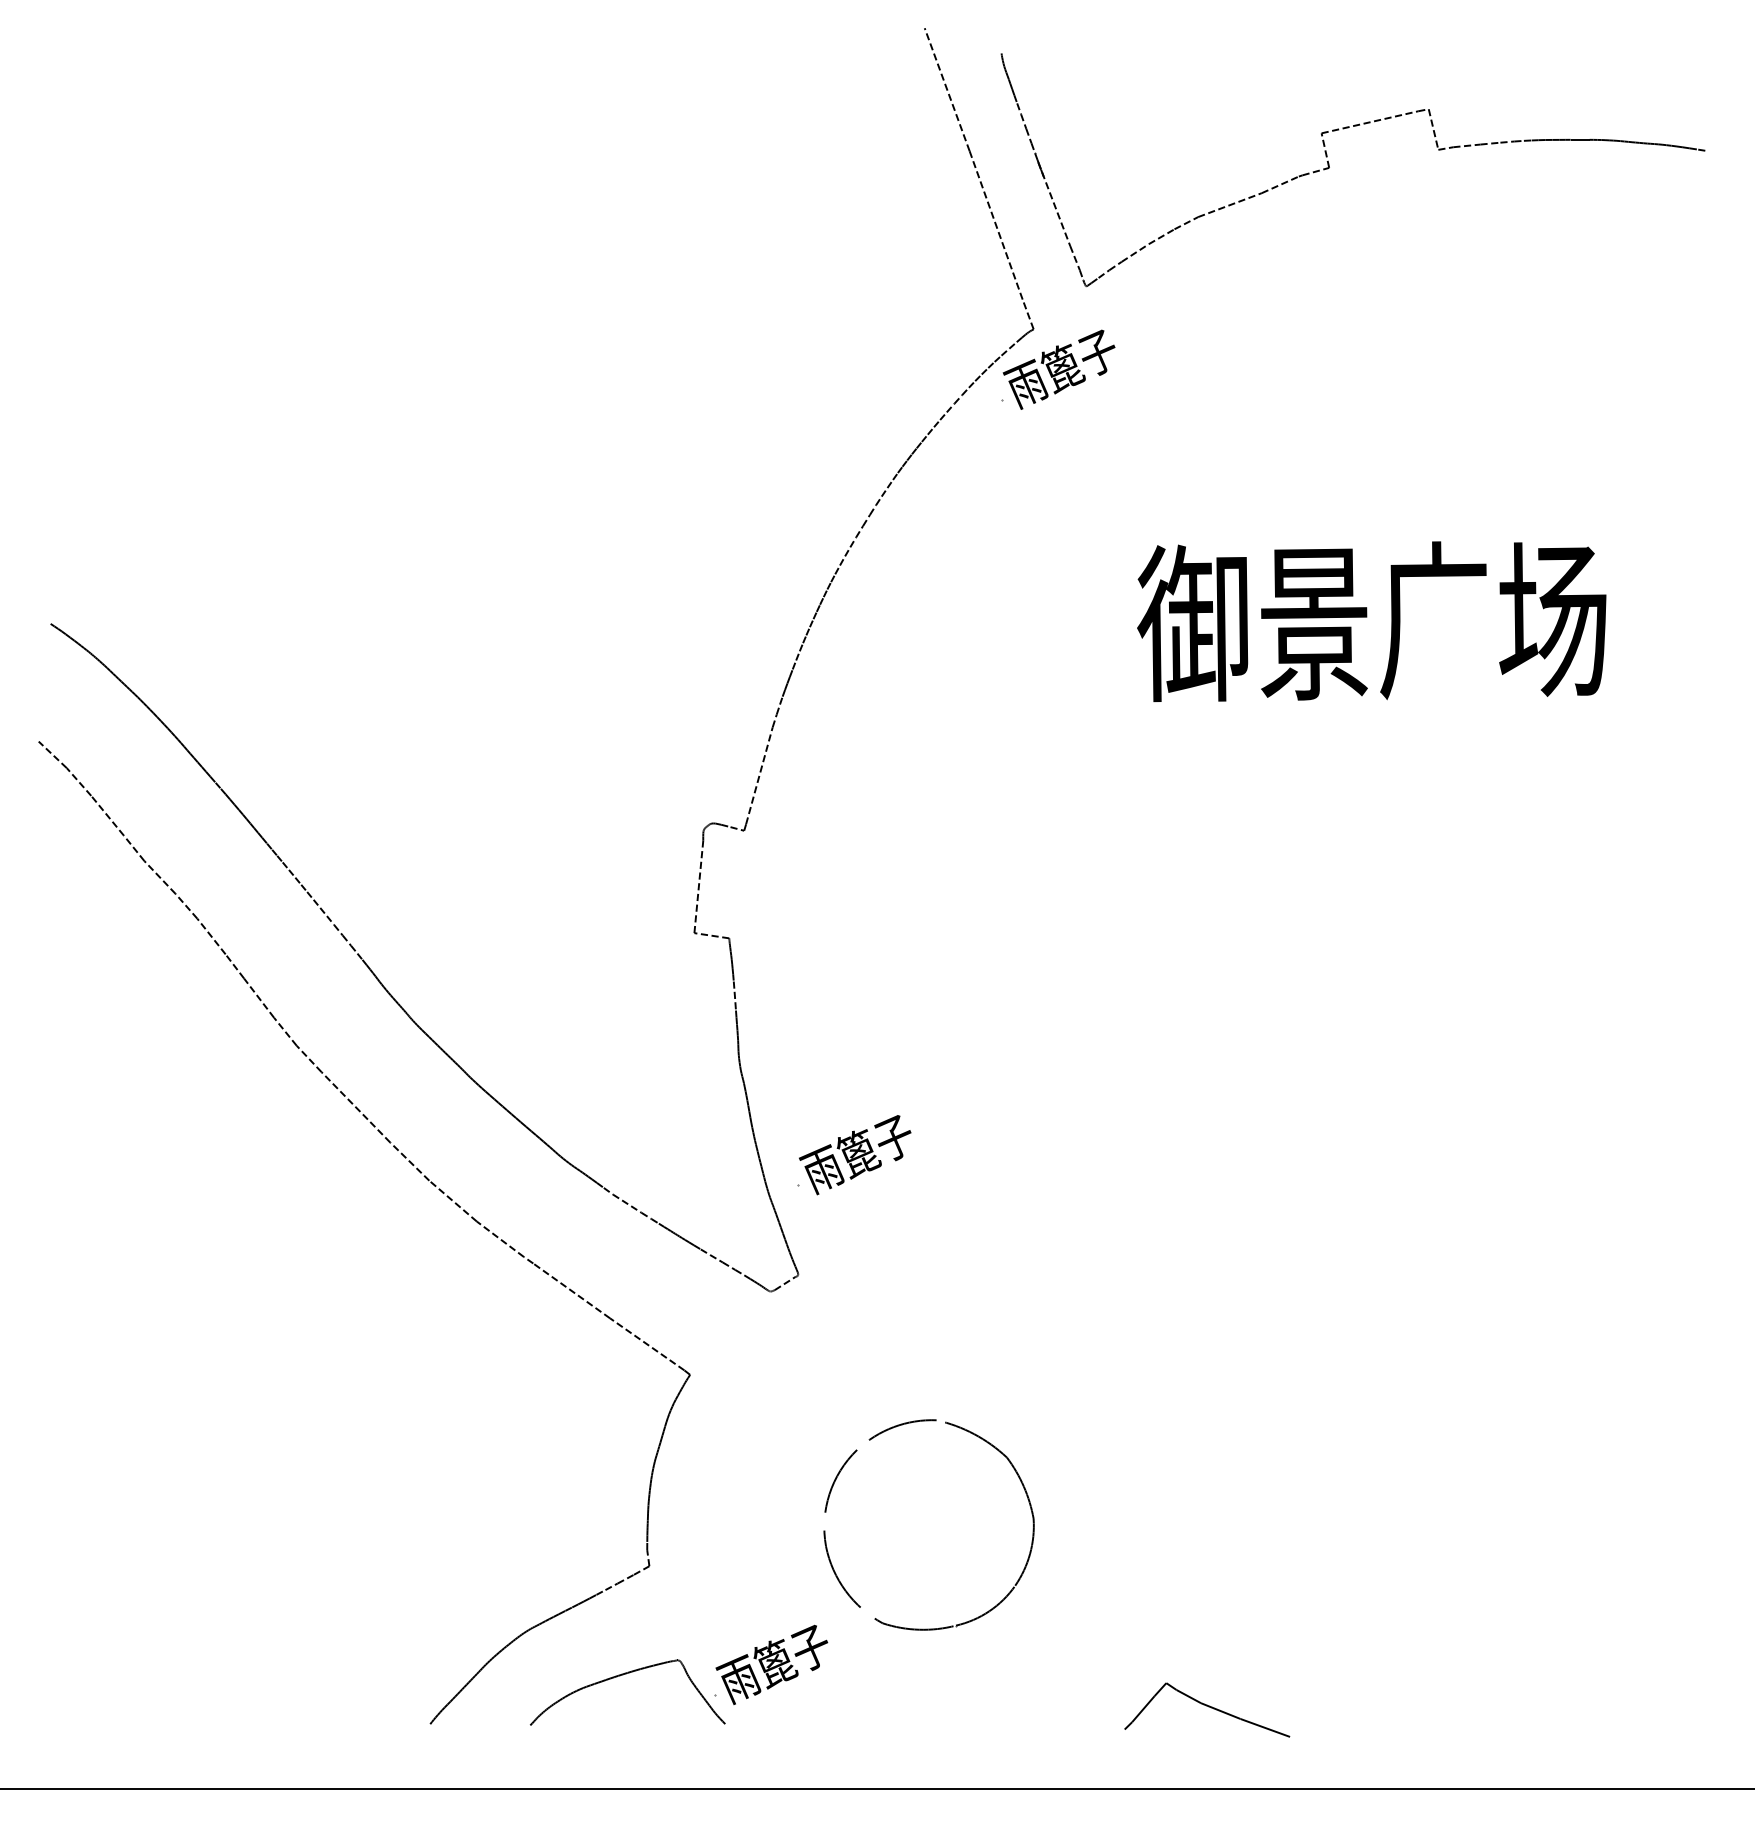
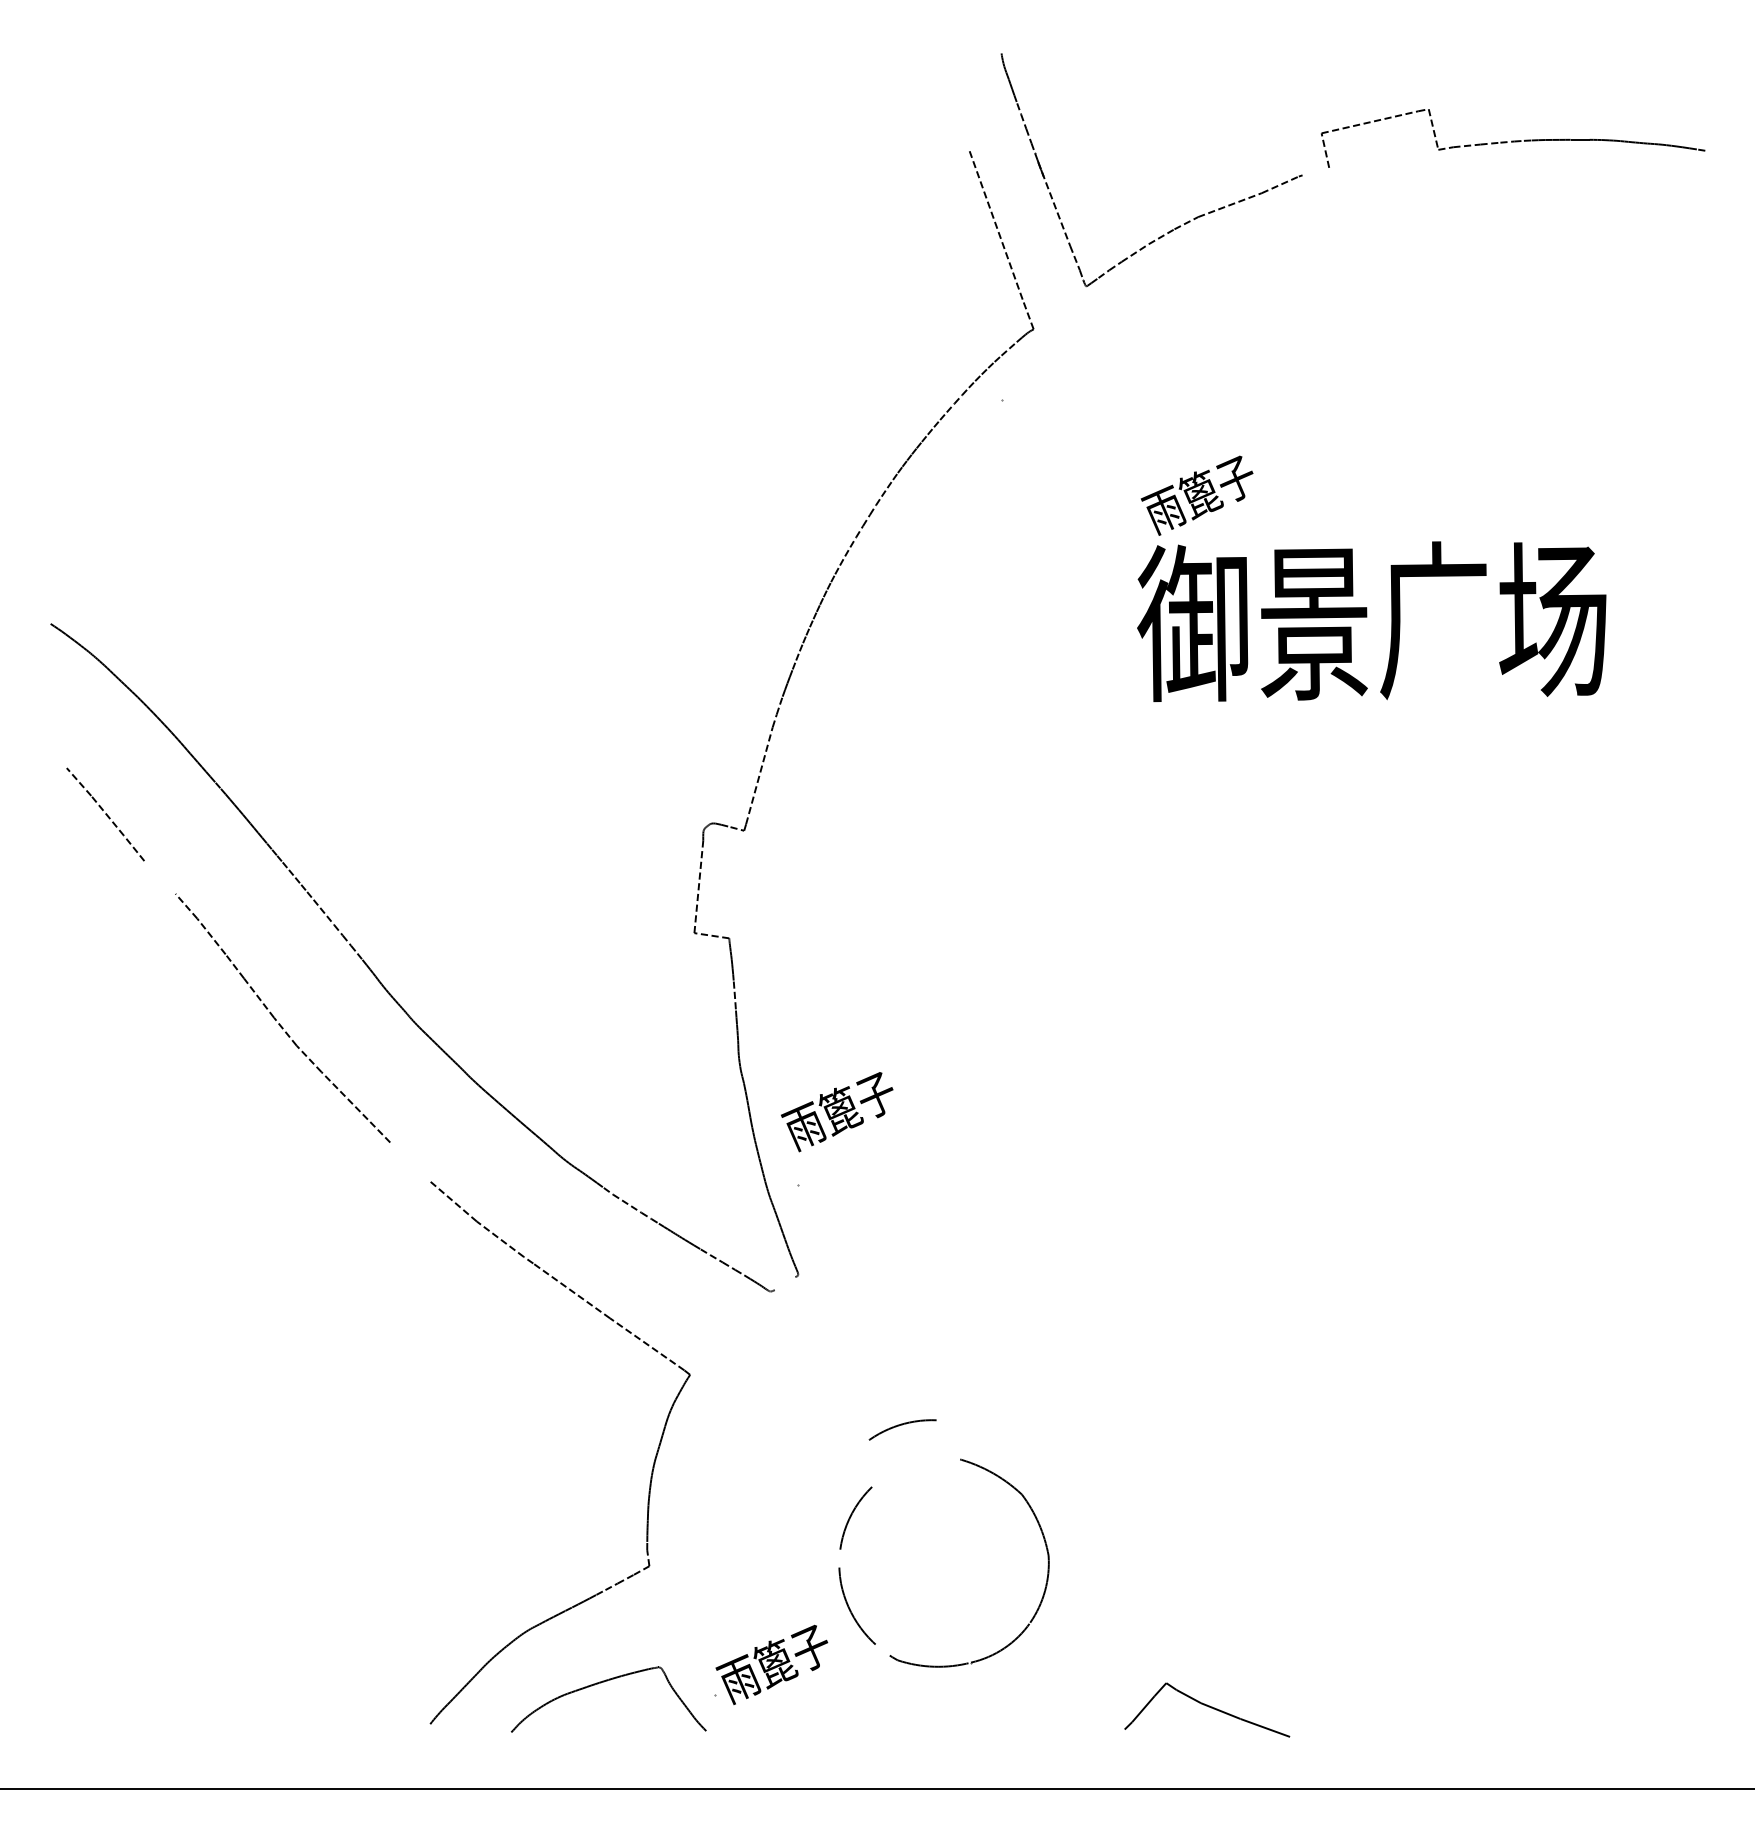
line at (946, 89): present -> none
line at (1315, 171): present -> none
text at (1058, 369) position: (1058, 369) -> (1196, 495)
line at (52, 754): present -> none
line at (159, 877): present -> none
text at (855, 1155) position: (855, 1155) -> (837, 1112)
line at (409, 1161): present -> none
line at (784, 1283): present -> none
part at (979, 1438) position: (979, 1438) -> (994, 1475)
part at (623, 1675) position: (623, 1675) -> (604, 1682)
